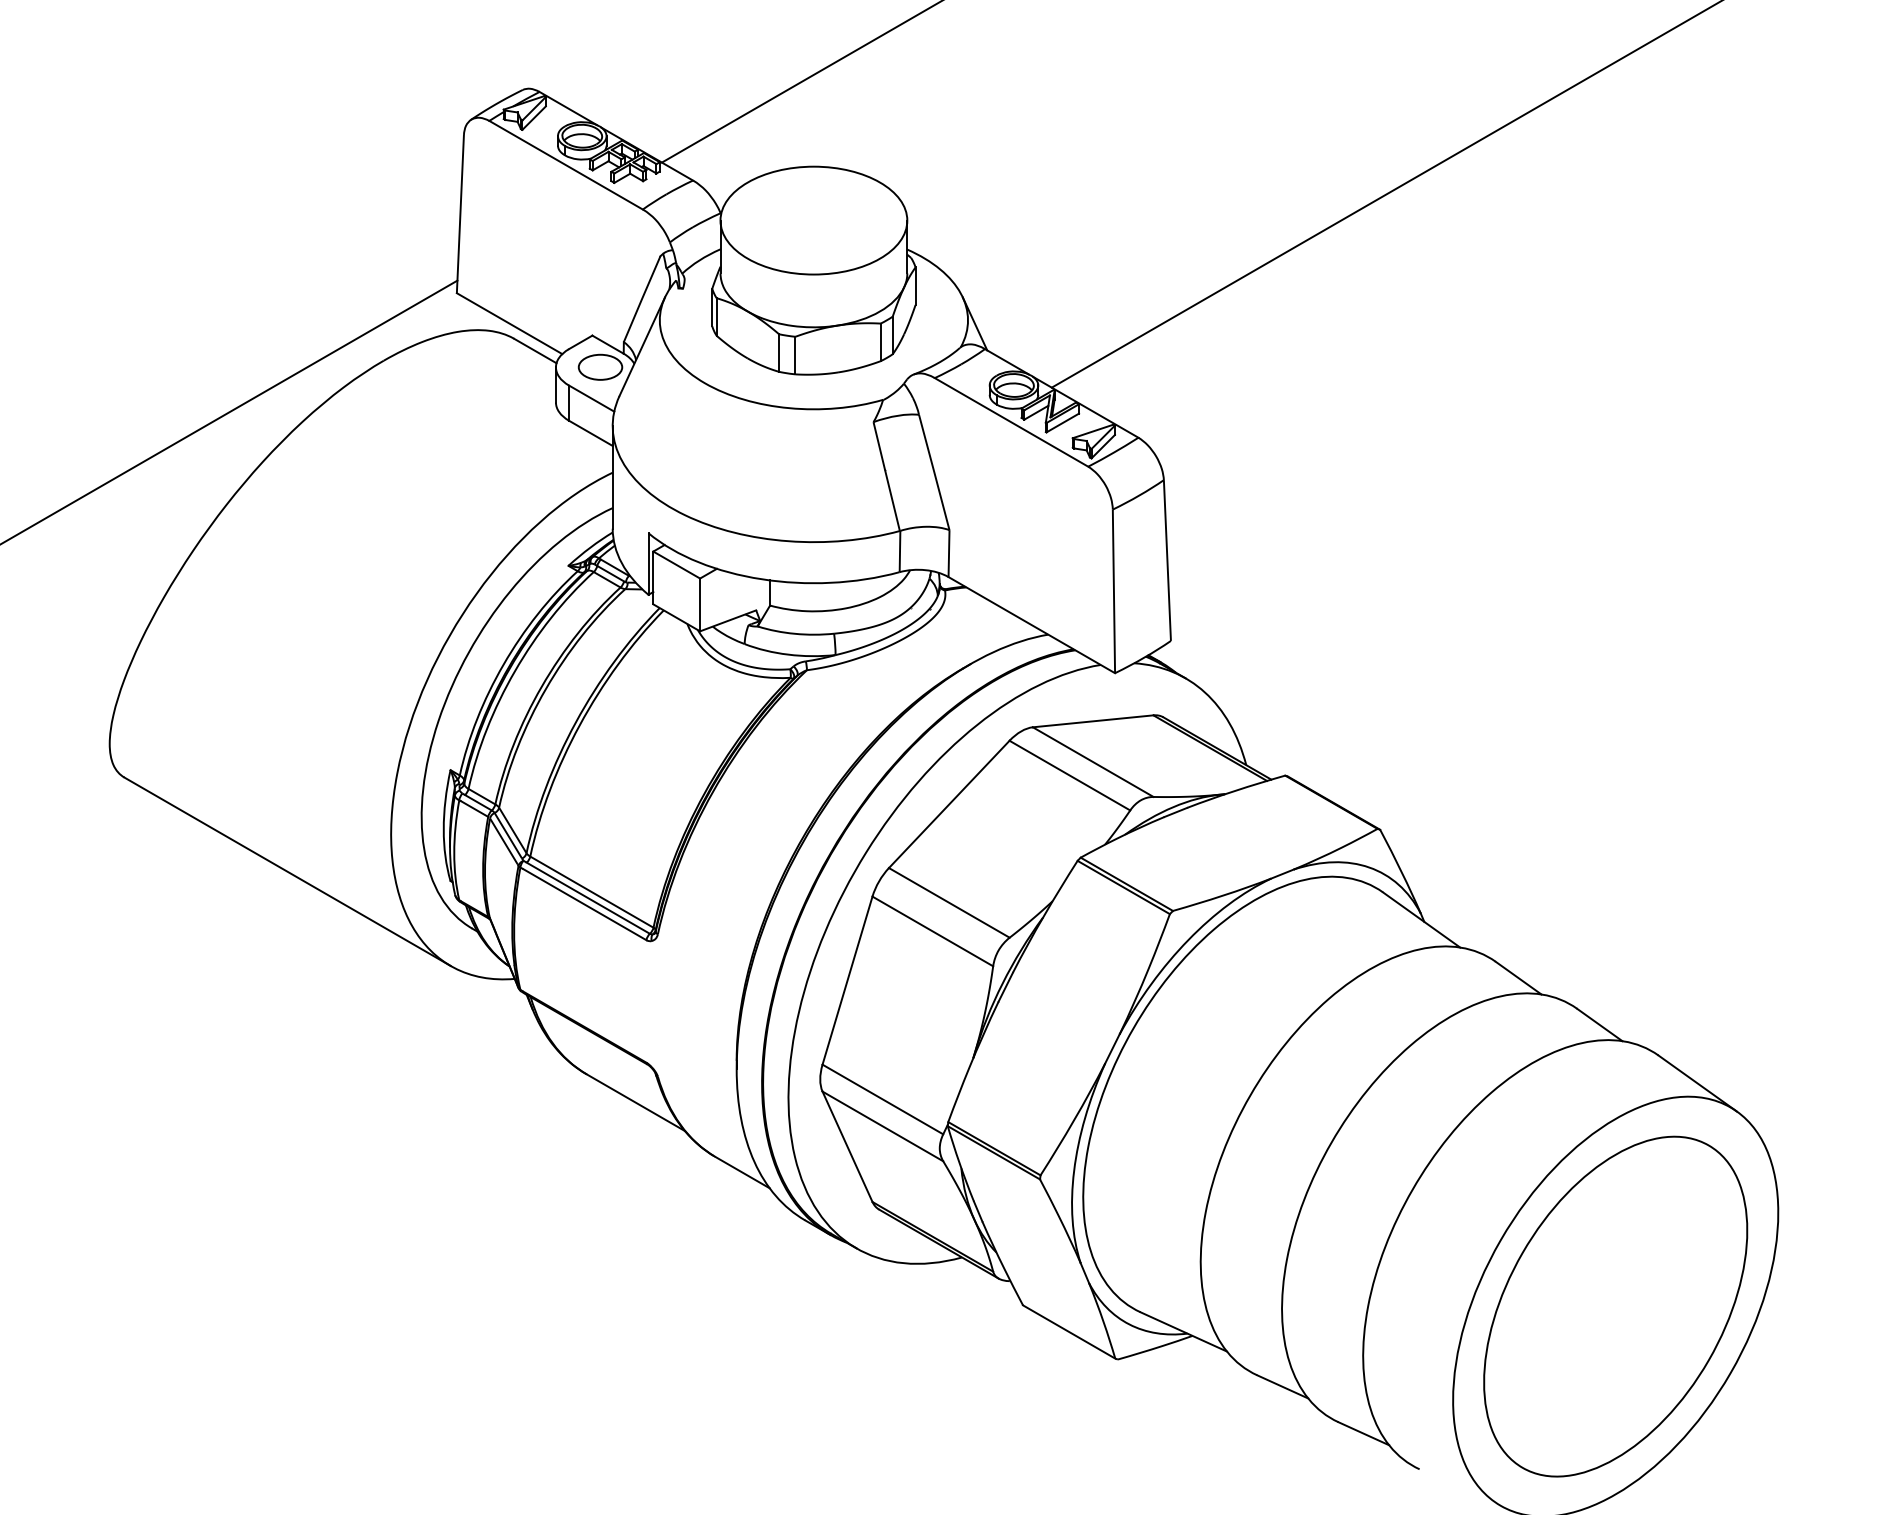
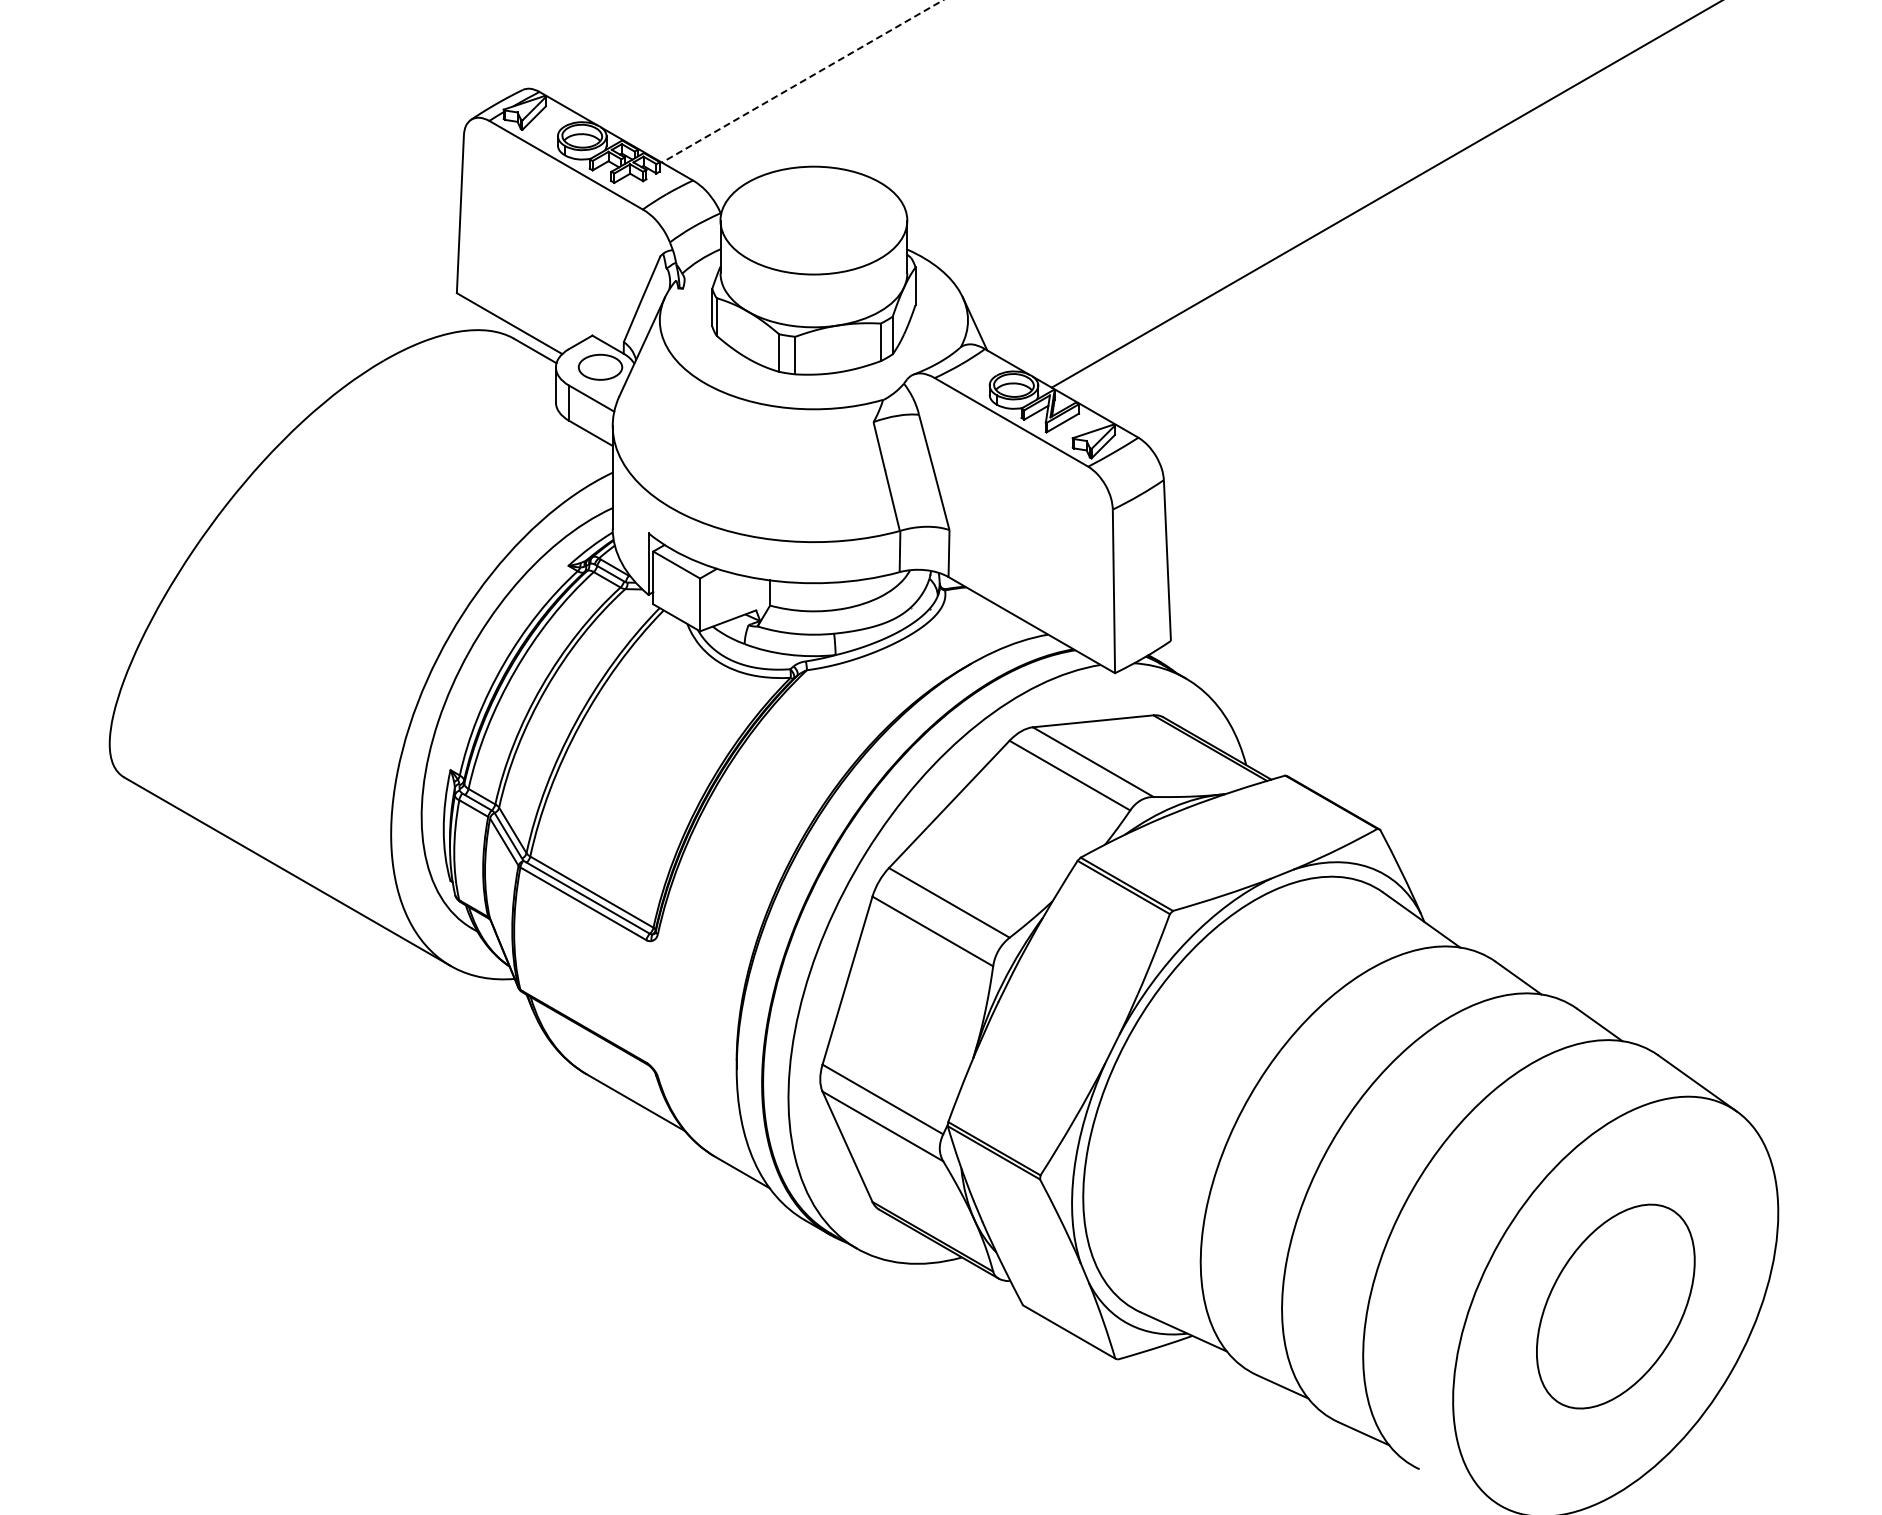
line at (802, 81): solid -> dashed
line at (229, 411): present -> none
part at (1615, 1306) size: 266x343 px -> 160x207 px
